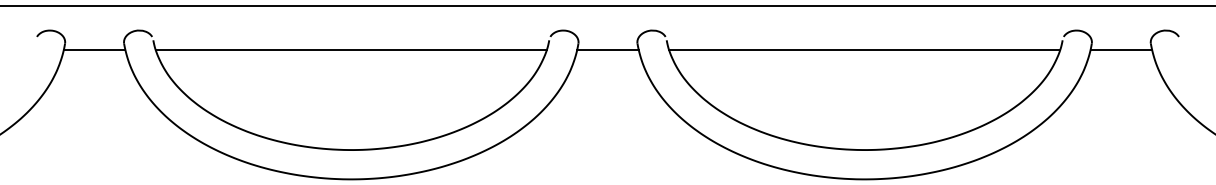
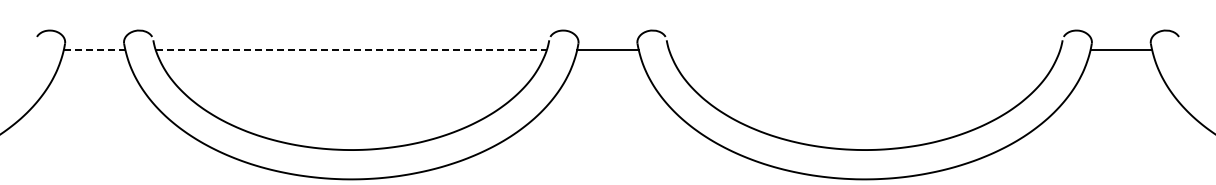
line at (607, 5): present -> none
line at (94, 49): solid -> dashed
line at (351, 49): solid -> dashed
line at (864, 49): present -> none
